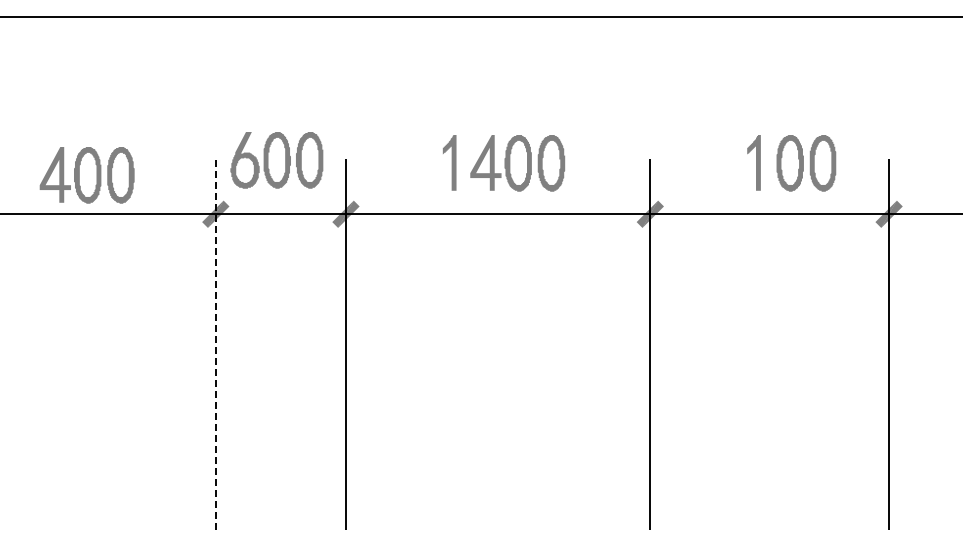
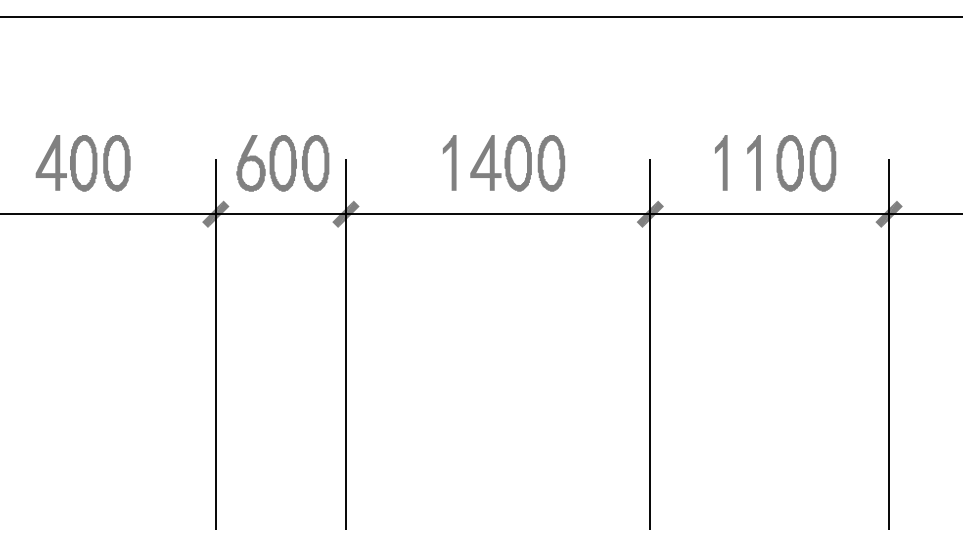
part at (276, 160) position: (276, 160) -> (282, 163)
fill at (720, 162): none -> present
part at (86, 175) position: (86, 175) -> (82, 163)
line at (215, 344): dashed -> solid
